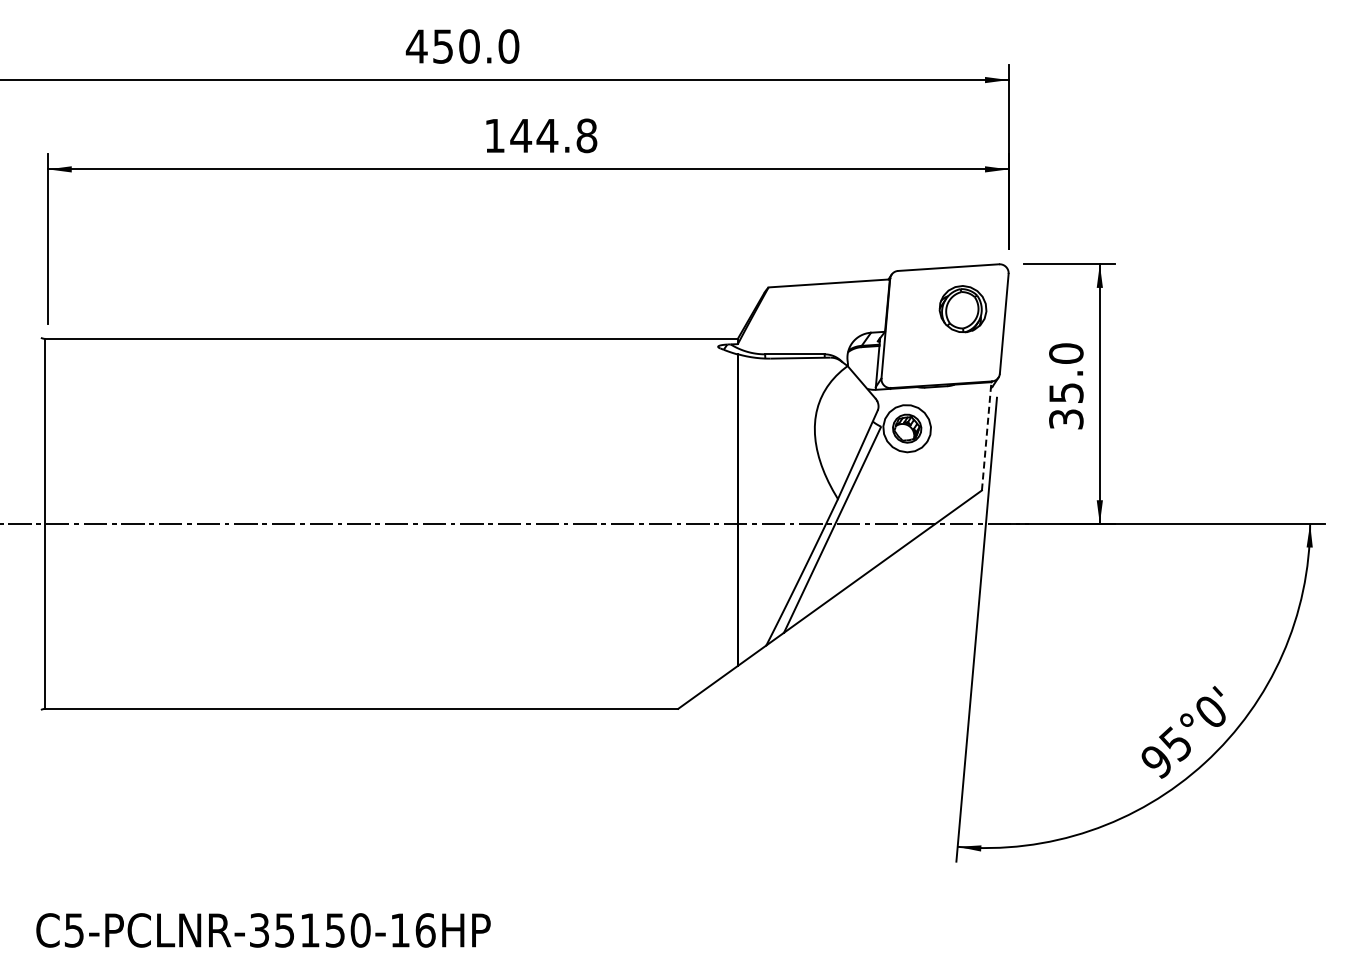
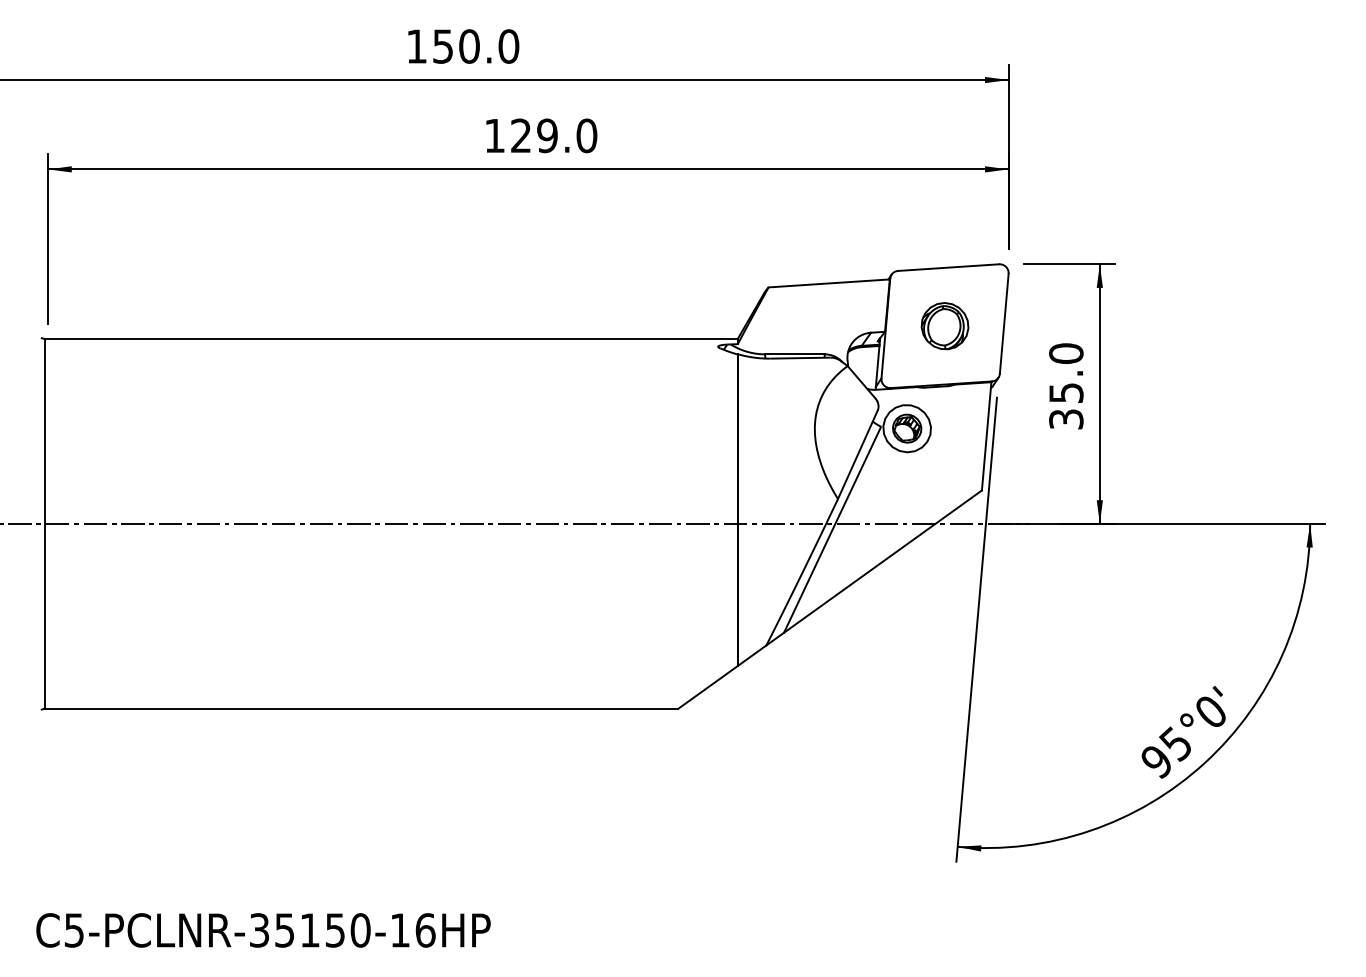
text at (416, 46): 450.0 -> 150.0
text at (553, 135): 144.8 -> 129.0
part at (962, 309) position: (962, 309) -> (944, 326)
line at (986, 435): dashed -> solid
